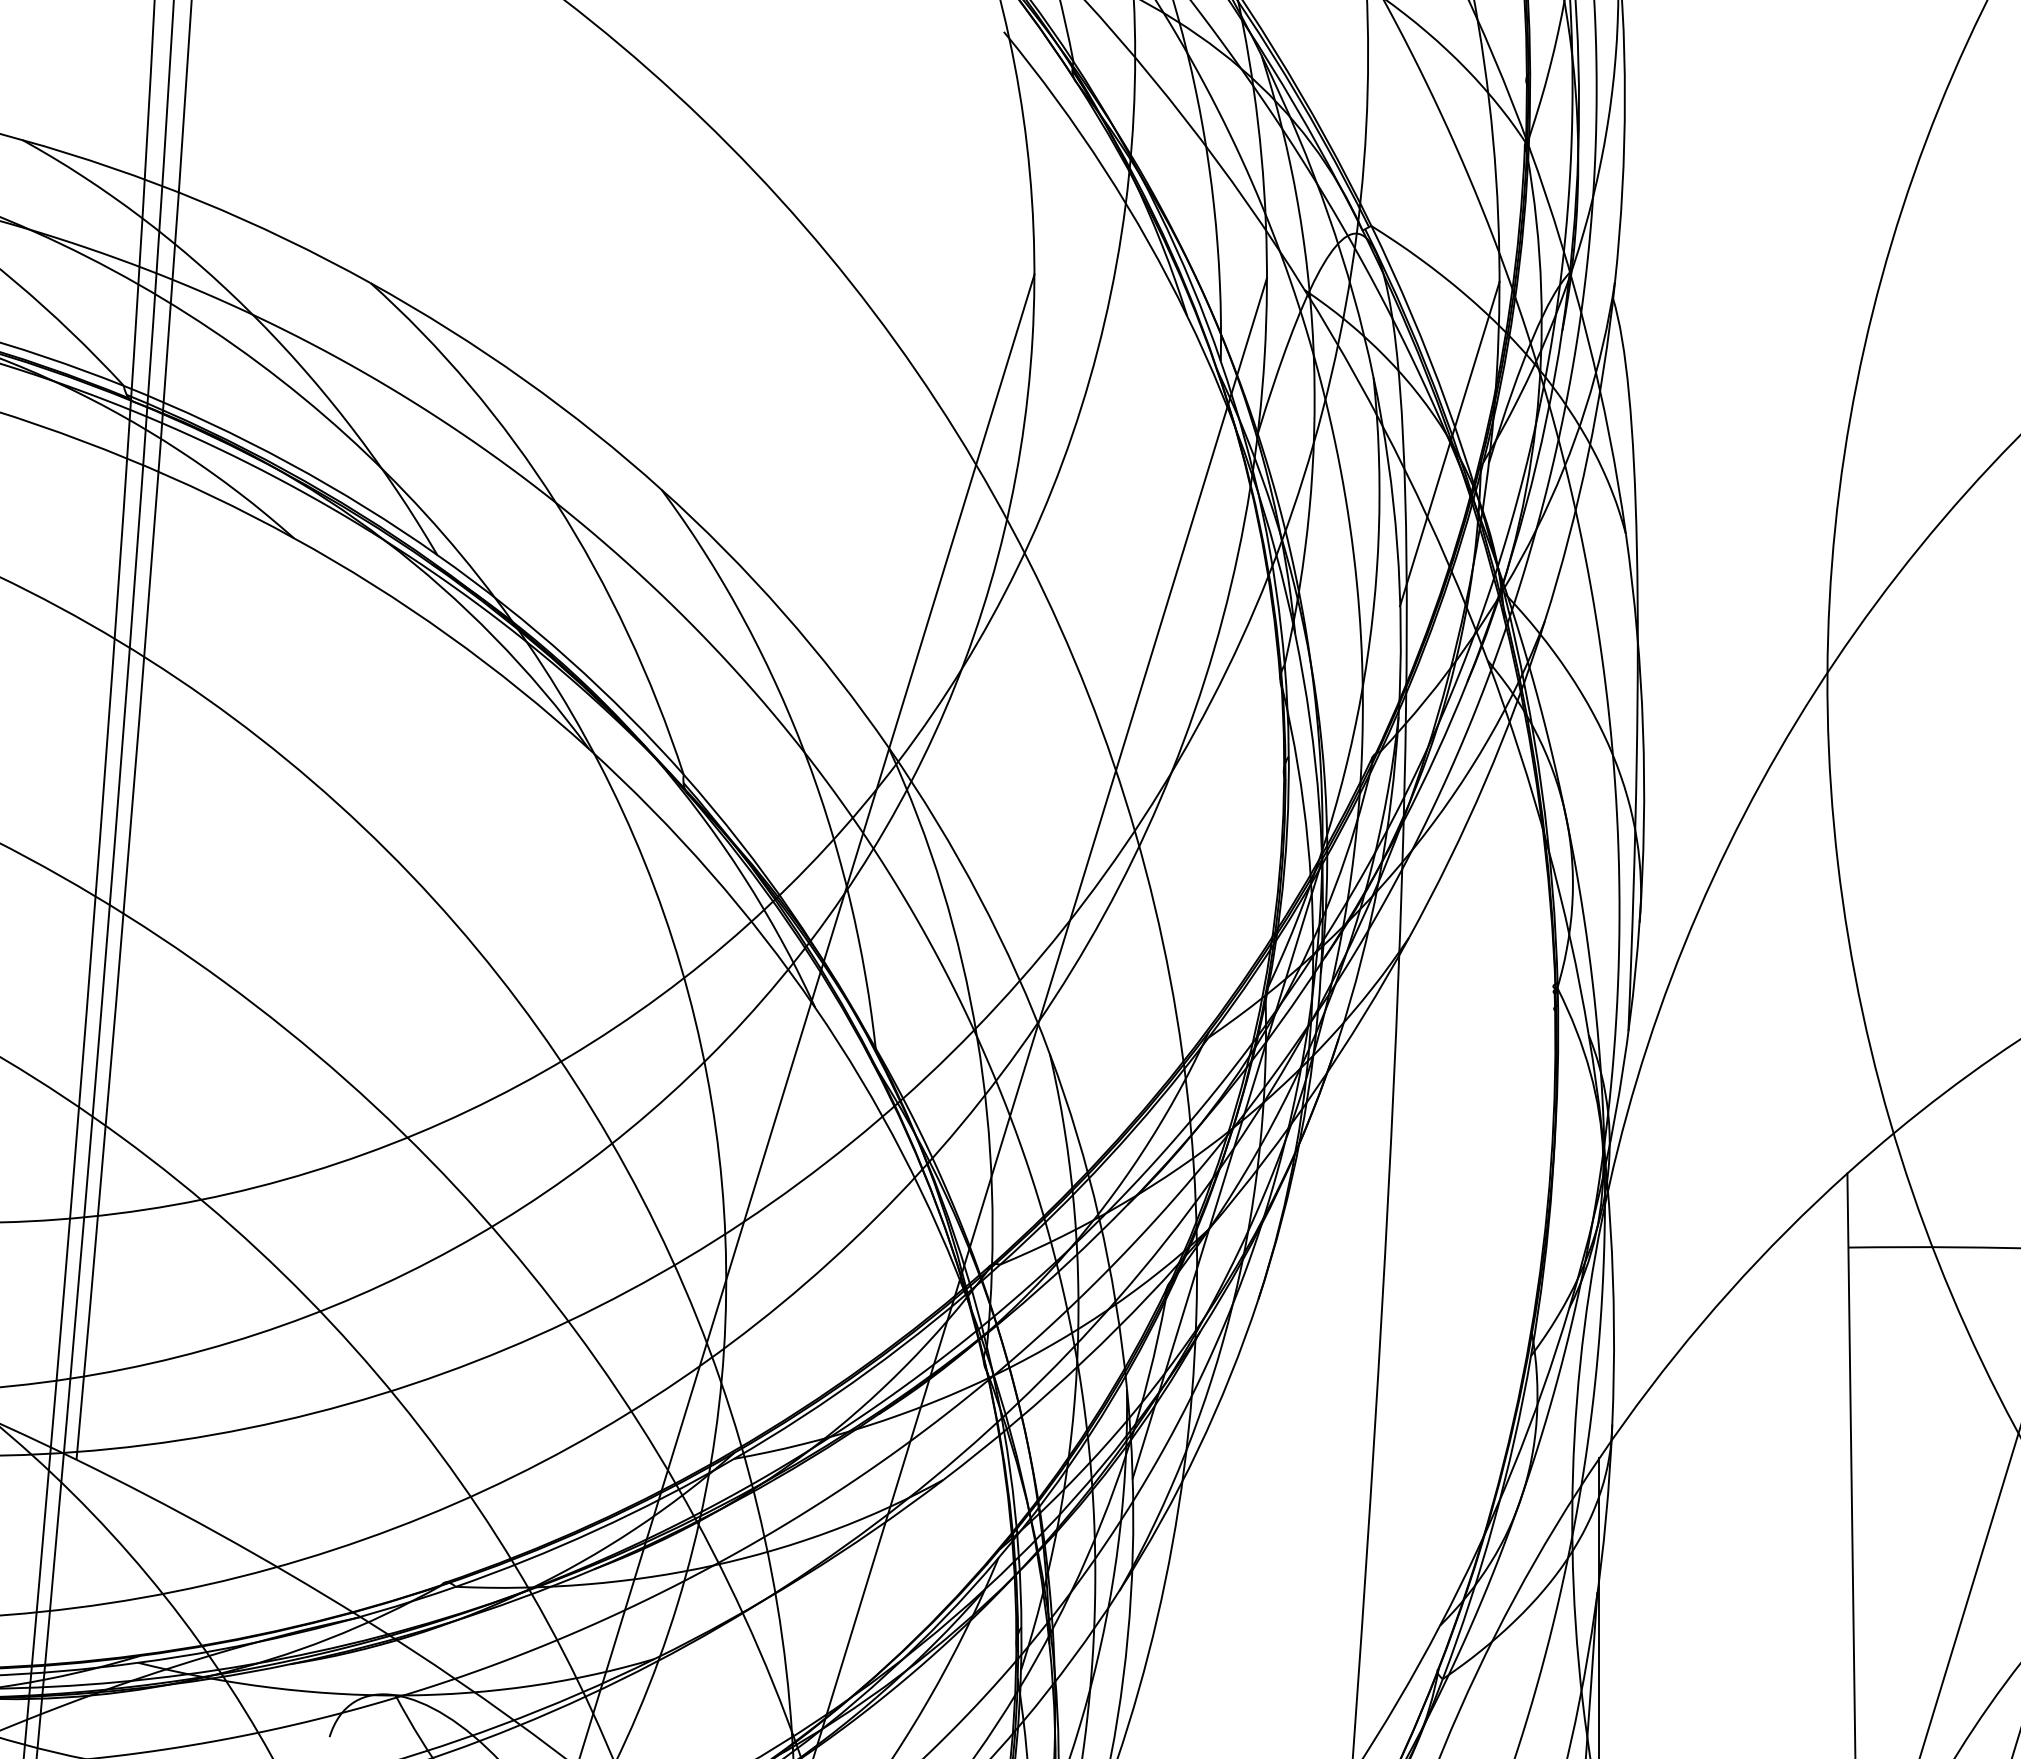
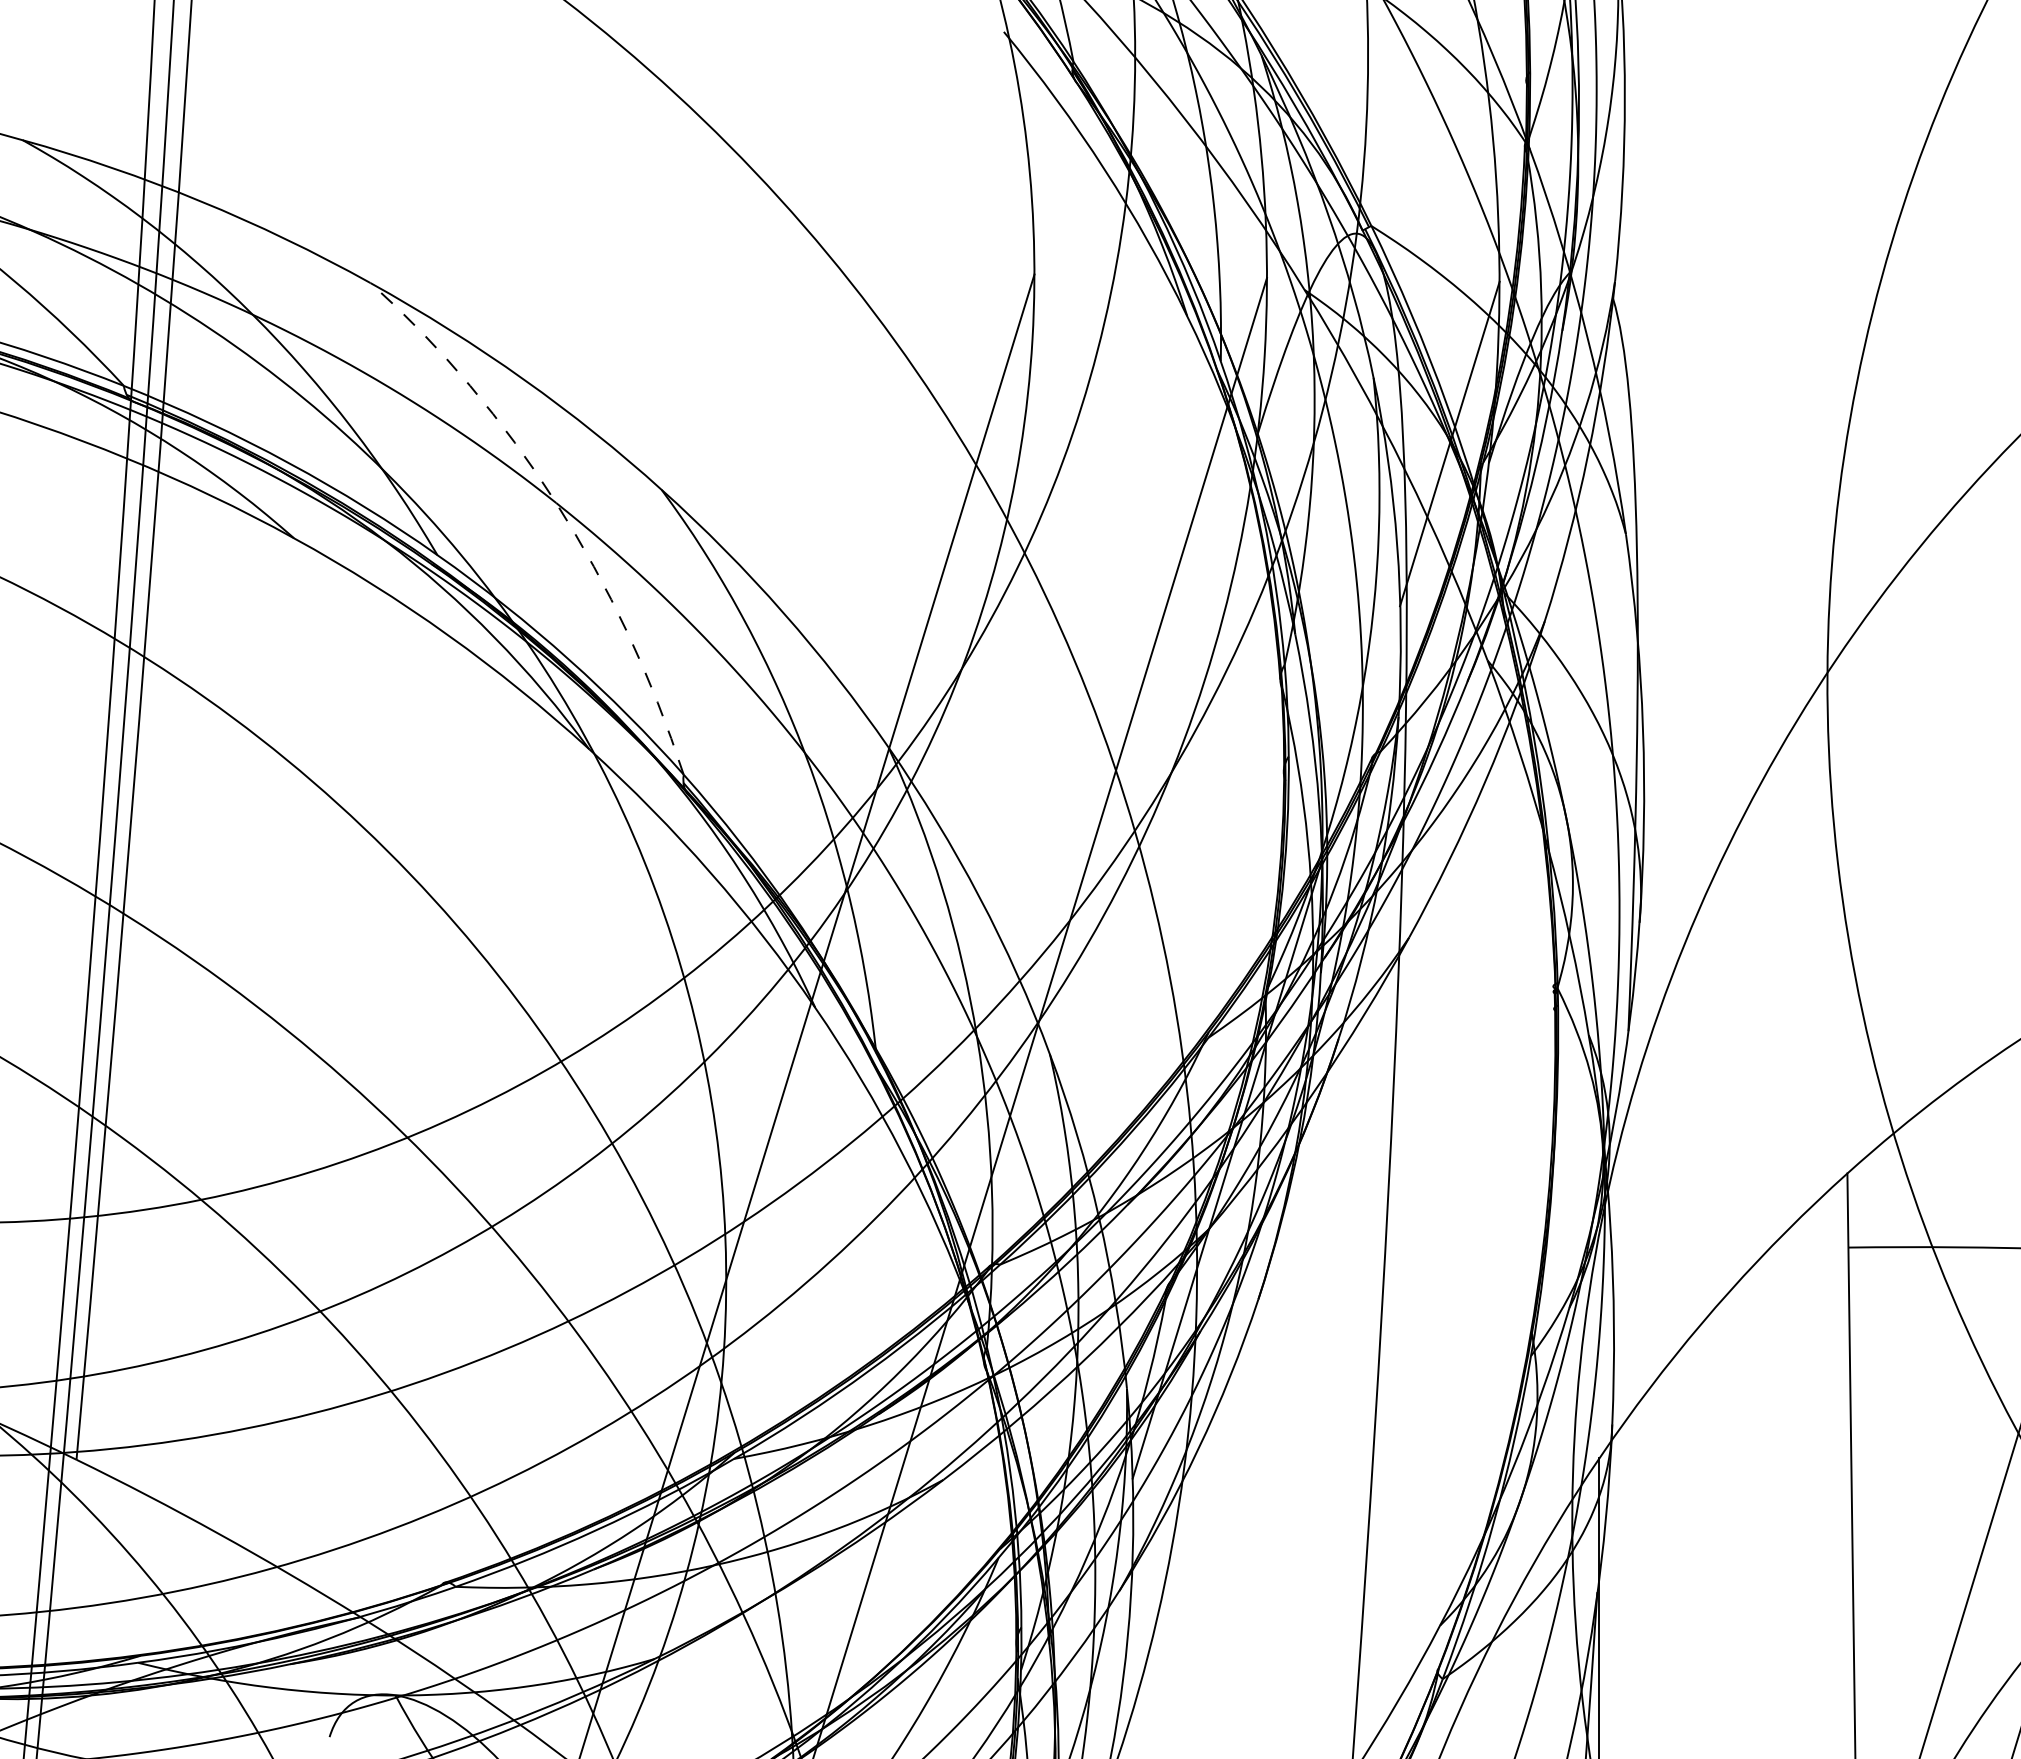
arc at (558, 507): solid -> dashed
